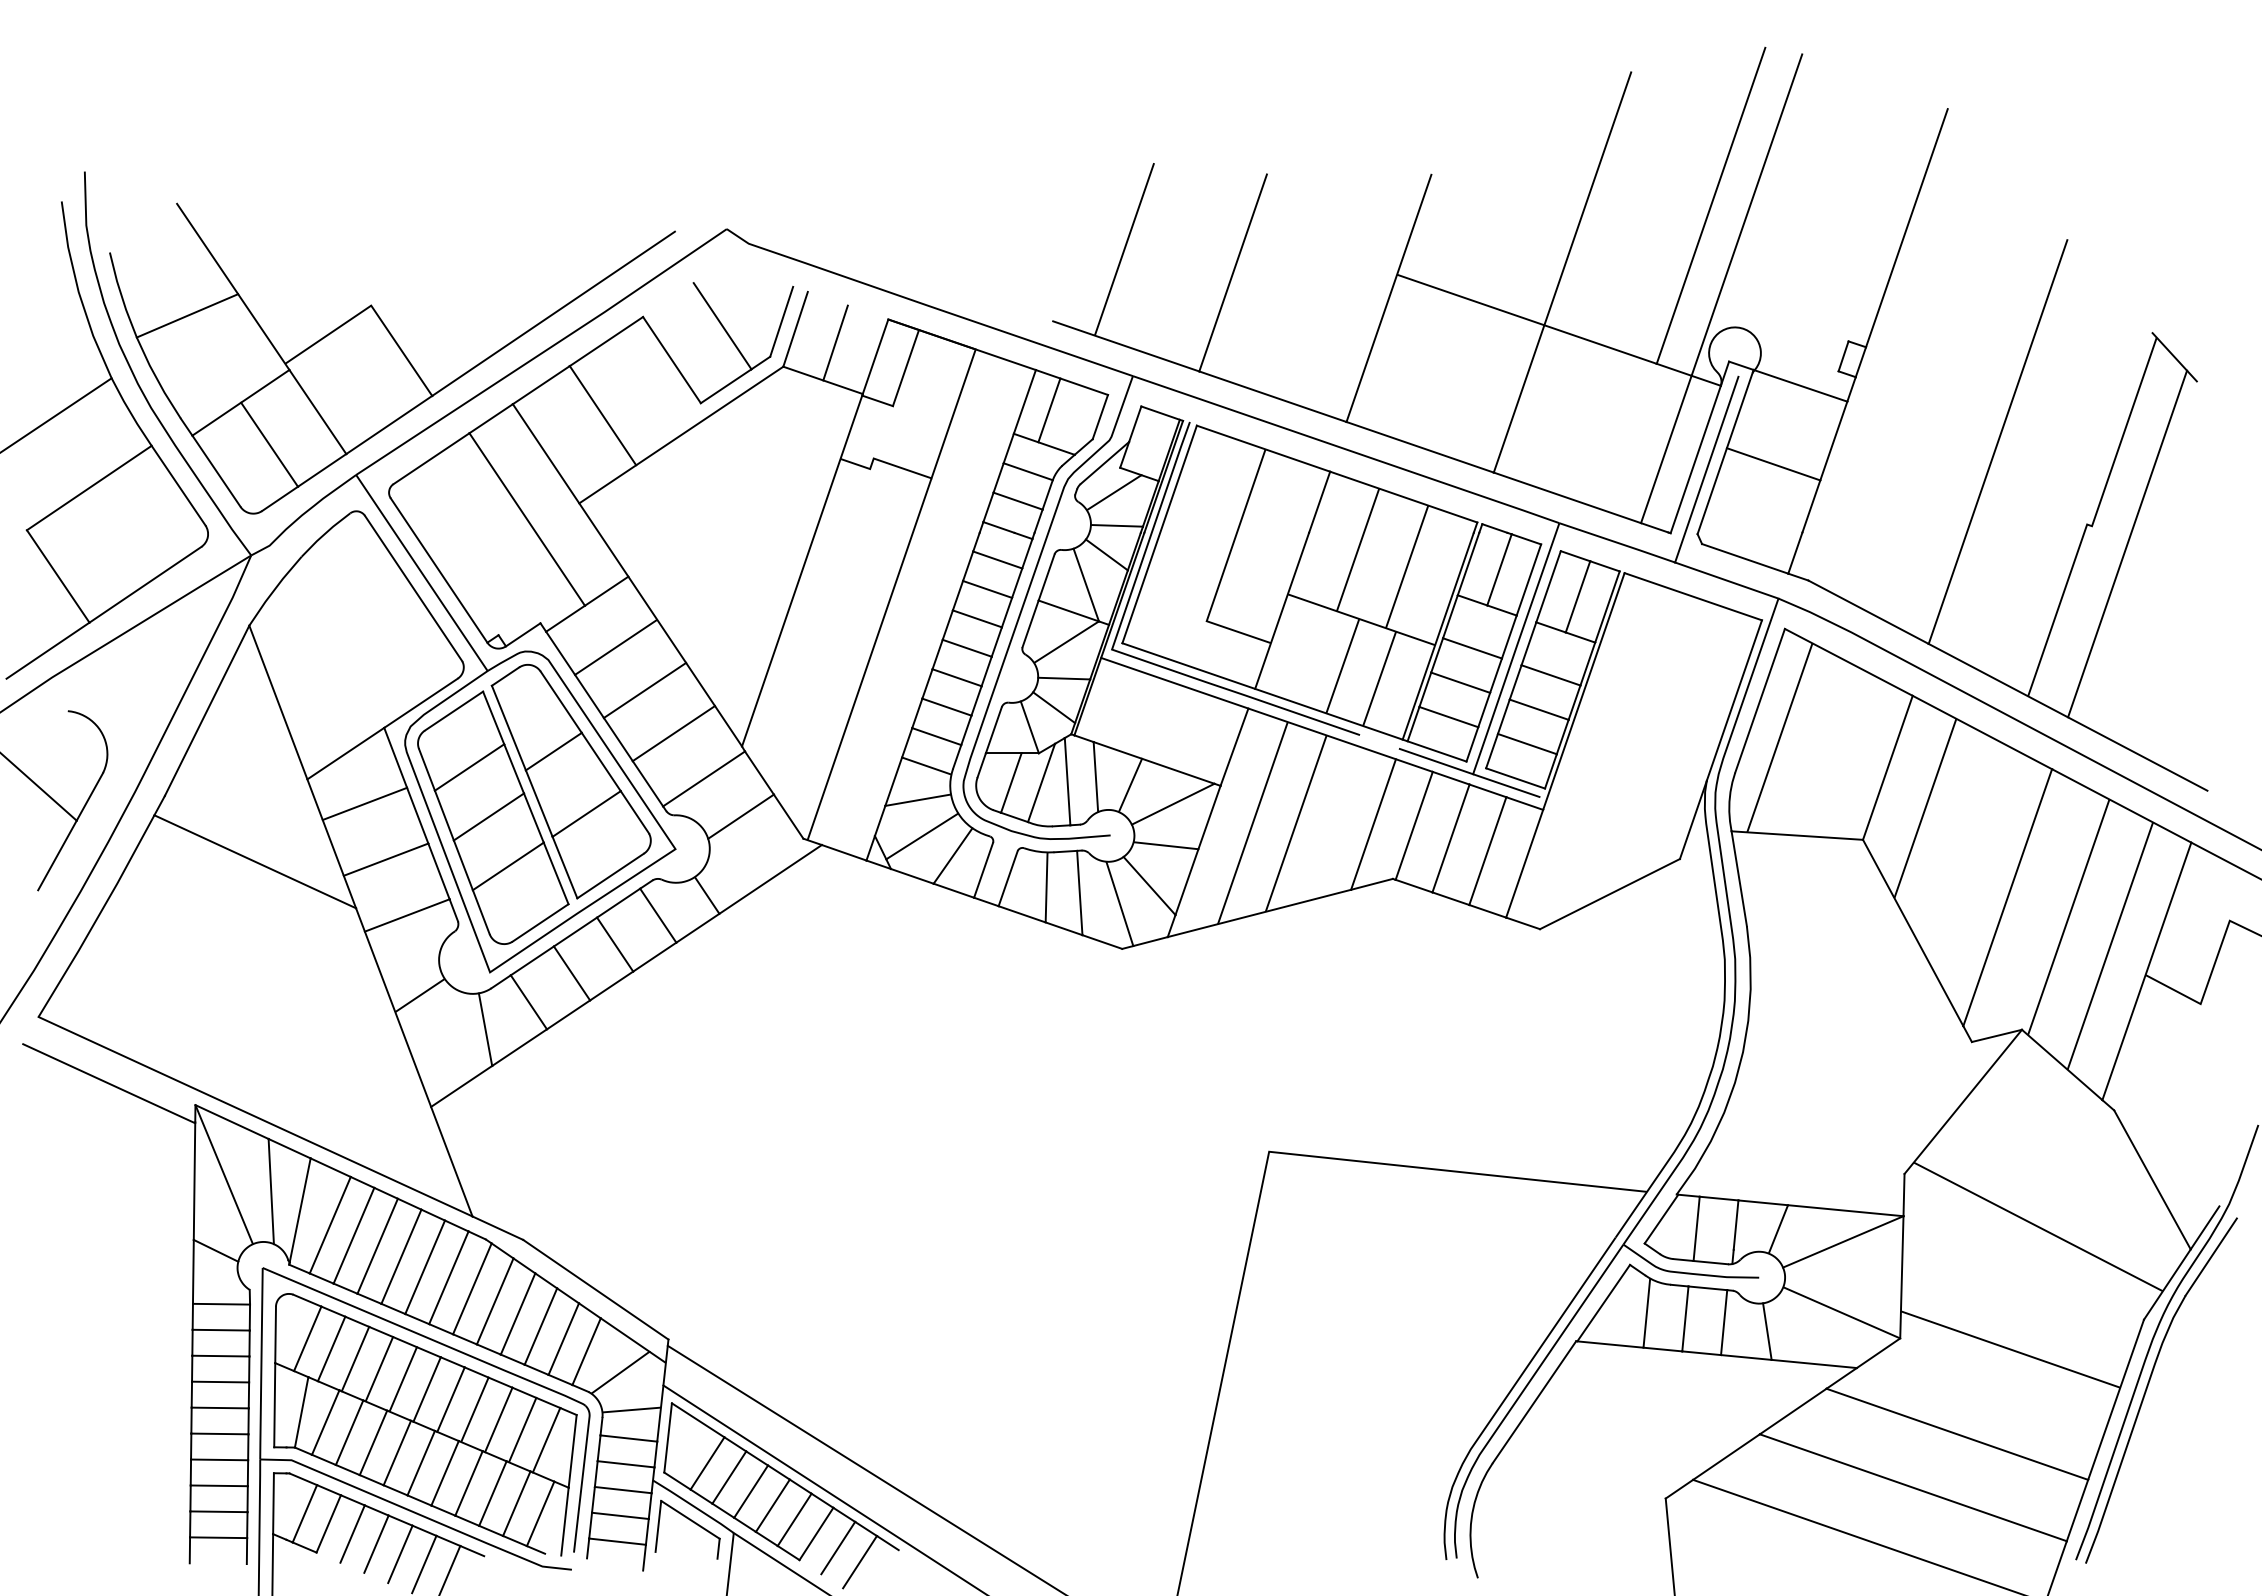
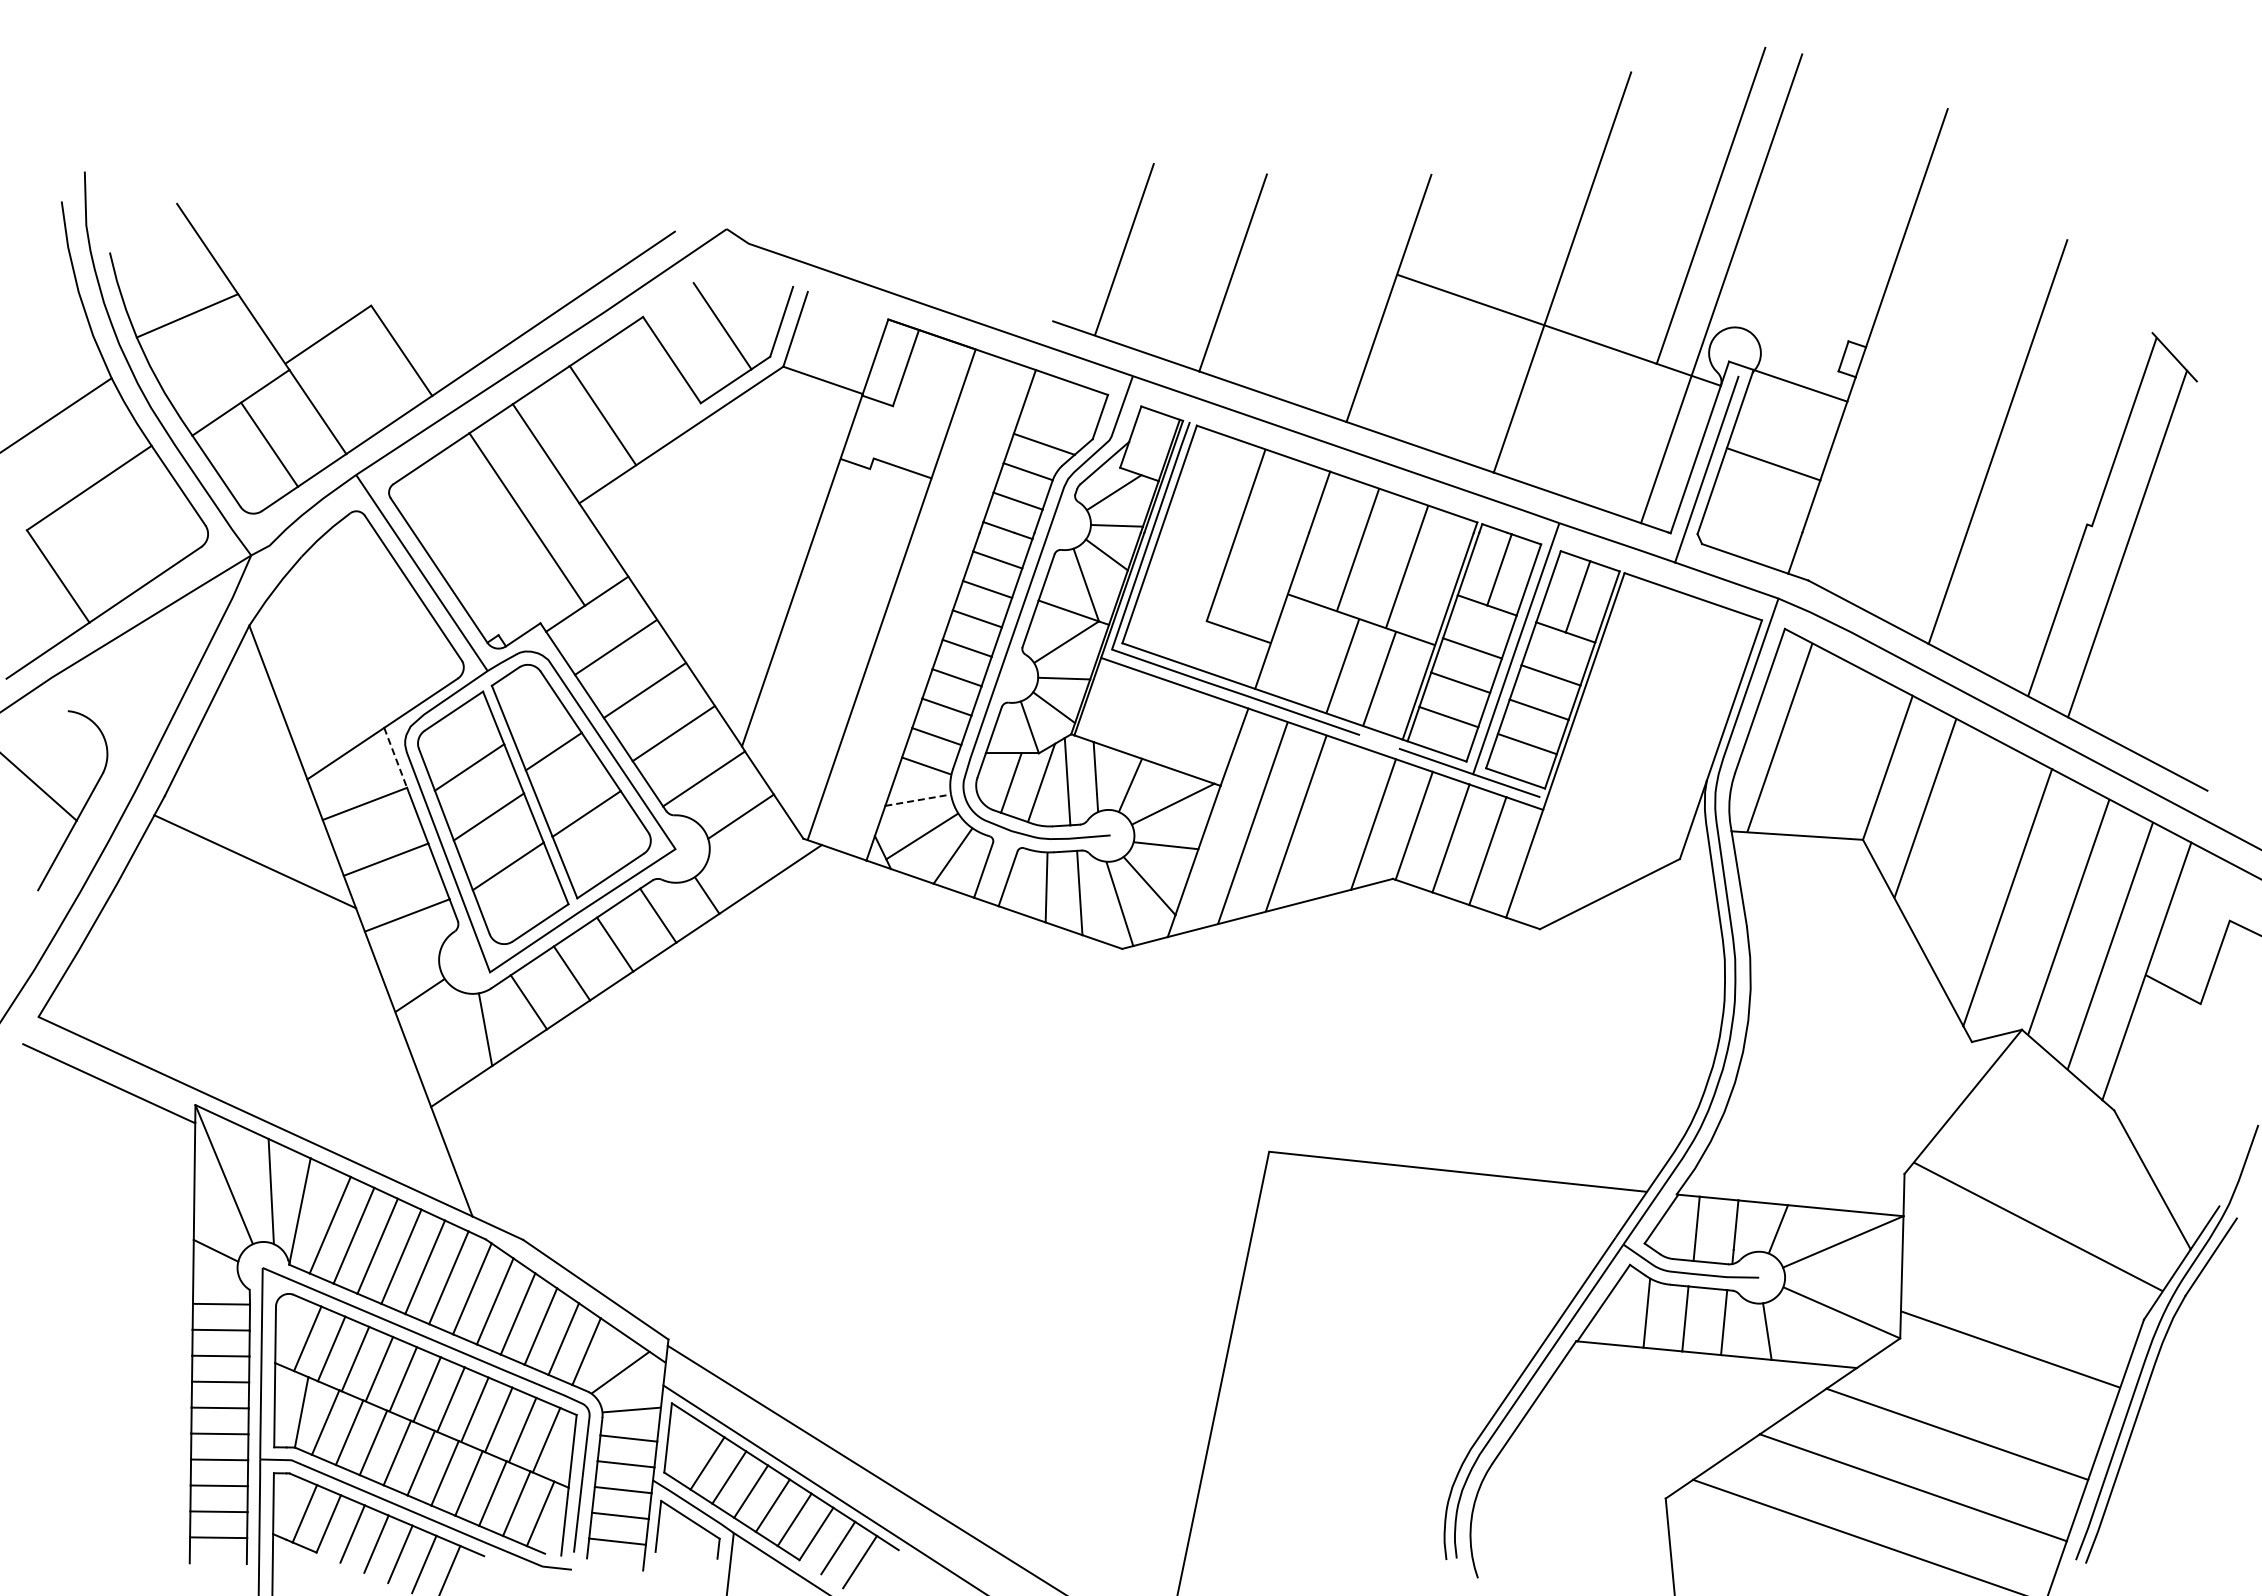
line at (835, 342): present -> none
line at (1049, 410): present -> none
line at (395, 758): solid -> dashed
line at (918, 800): solid -> dashed
